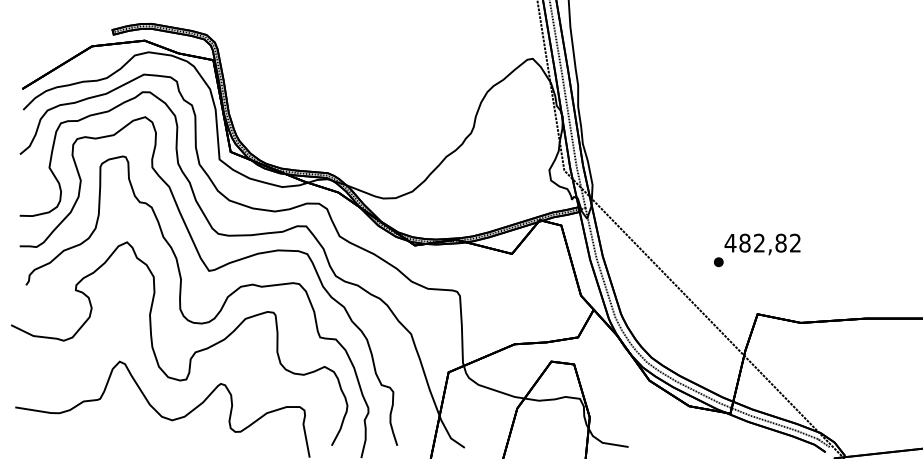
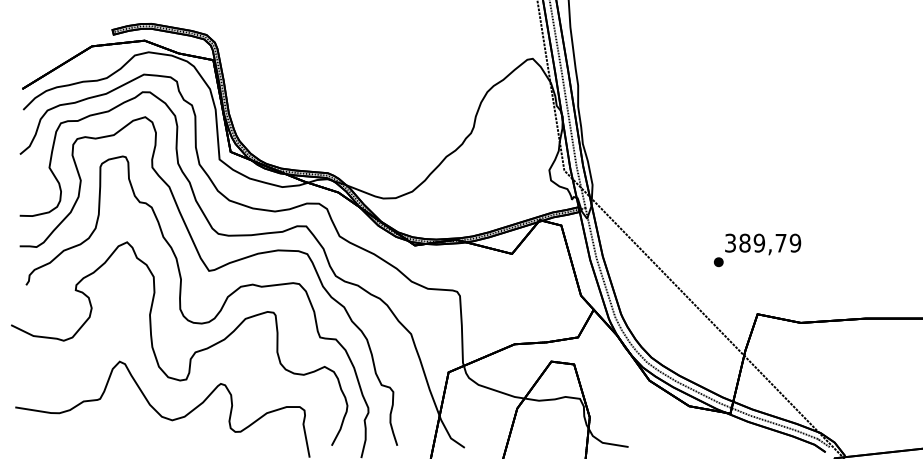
text at (762, 242): 482,82 -> 389,79
